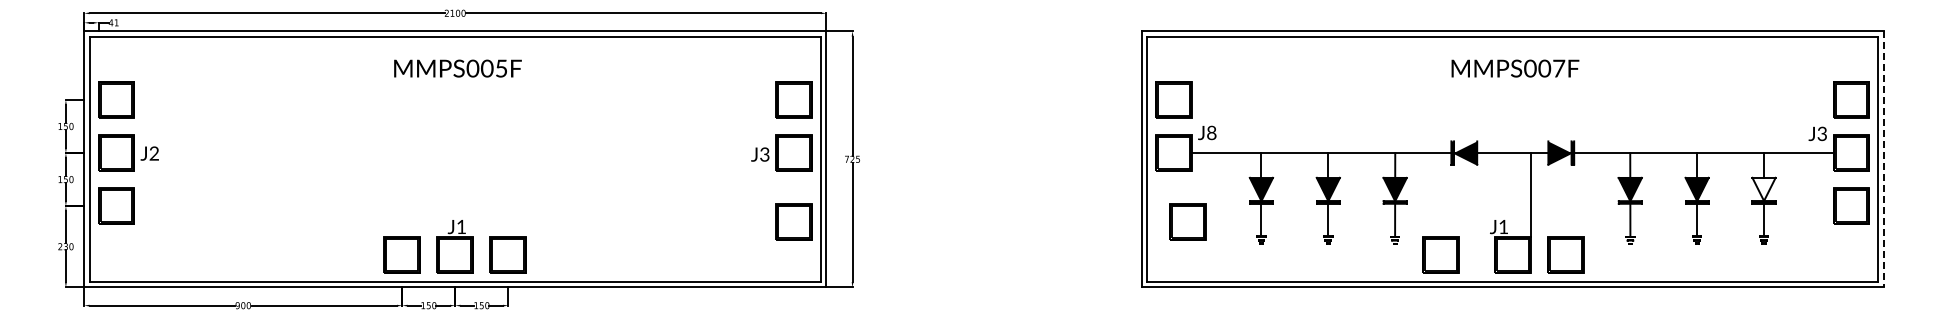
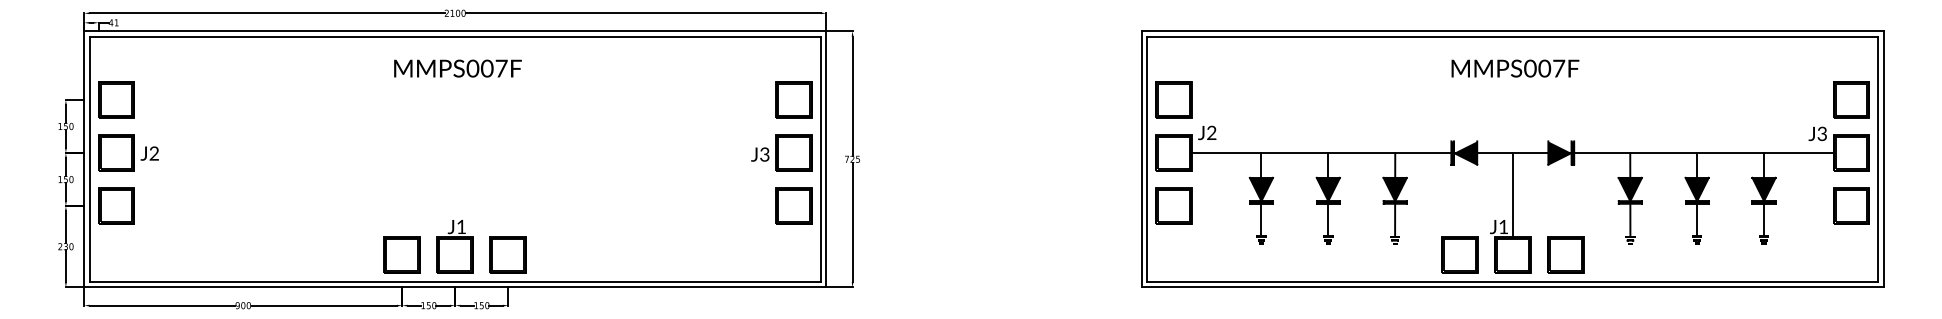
text at (501, 68): MMPS005F -> MMPS007F
text at (1211, 133): J8 -> J2
line at (1883, 159): dashed -> solid
fill at (1763, 189): none -> present
line at (1530, 195) position: (1530, 195) -> (1512, 195)
part at (793, 221) position: (793, 221) -> (793, 205)
part at (1187, 221) position: (1187, 221) -> (1173, 205)
part at (1440, 254) position: (1440, 254) -> (1459, 254)
